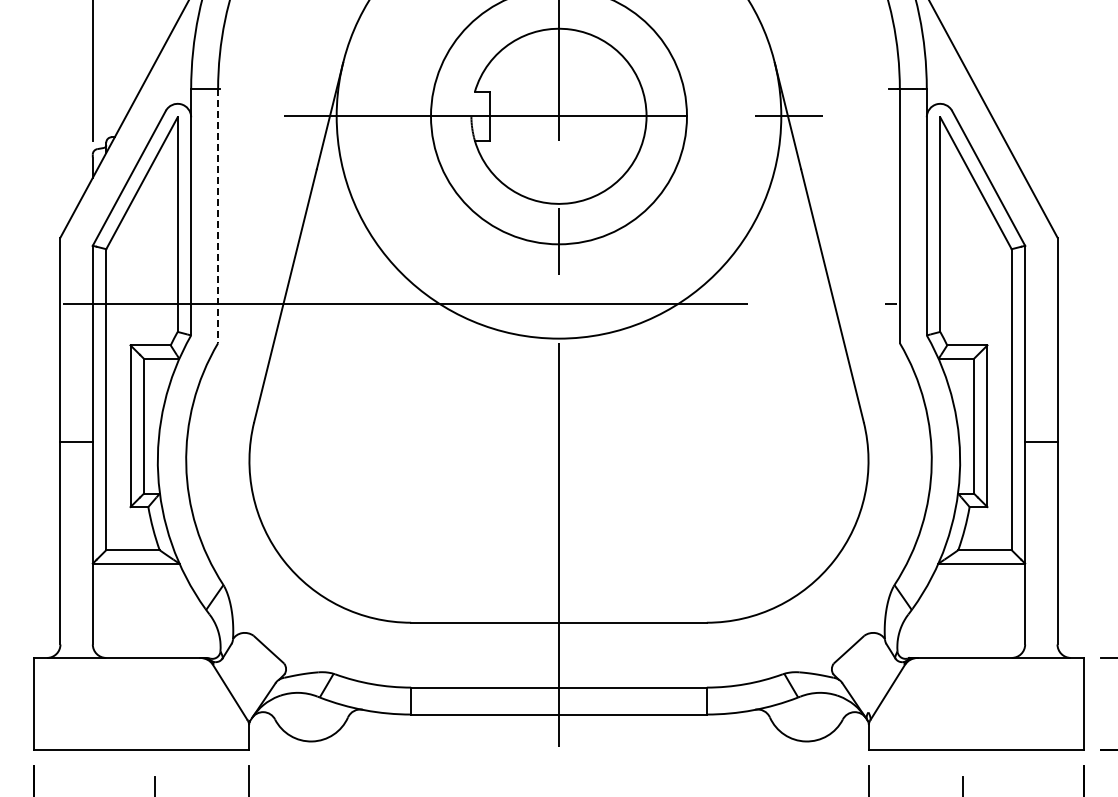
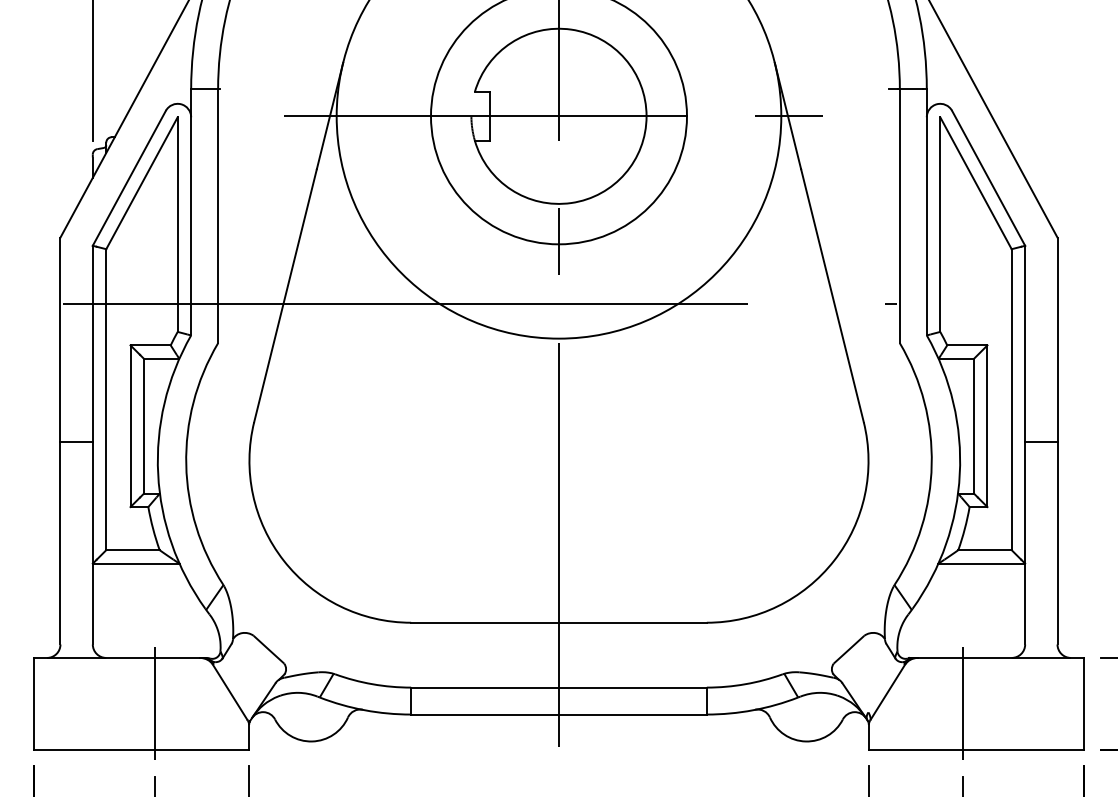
line at (218, 216): dashed -> solid
line at (154, 703): none -> present
line at (963, 703): none -> present
